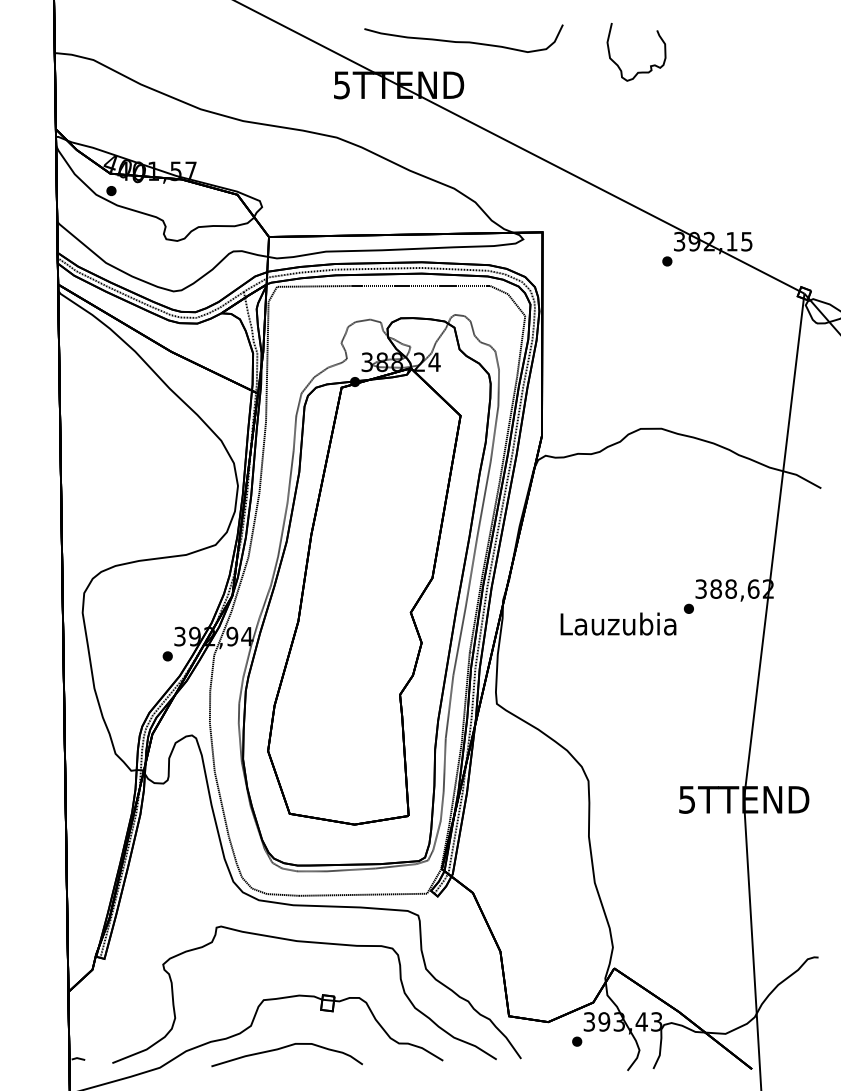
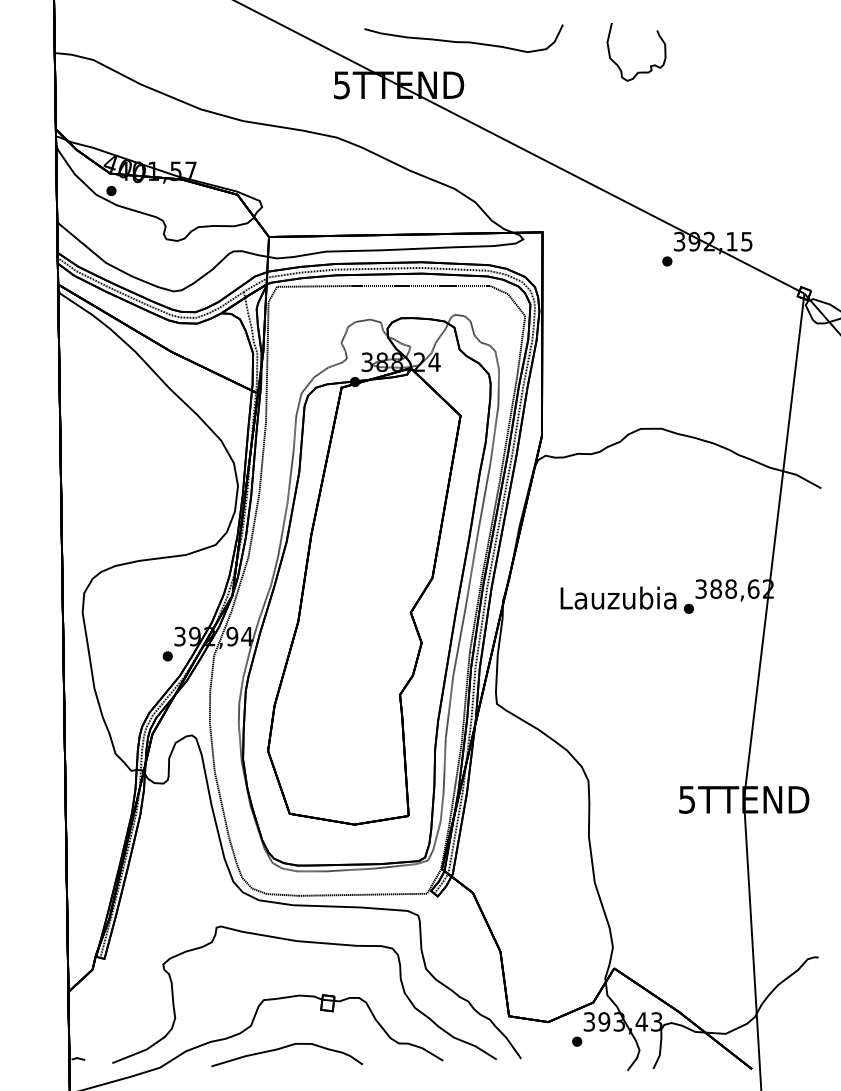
text at (618, 623) position: (618, 623) -> (618, 597)
